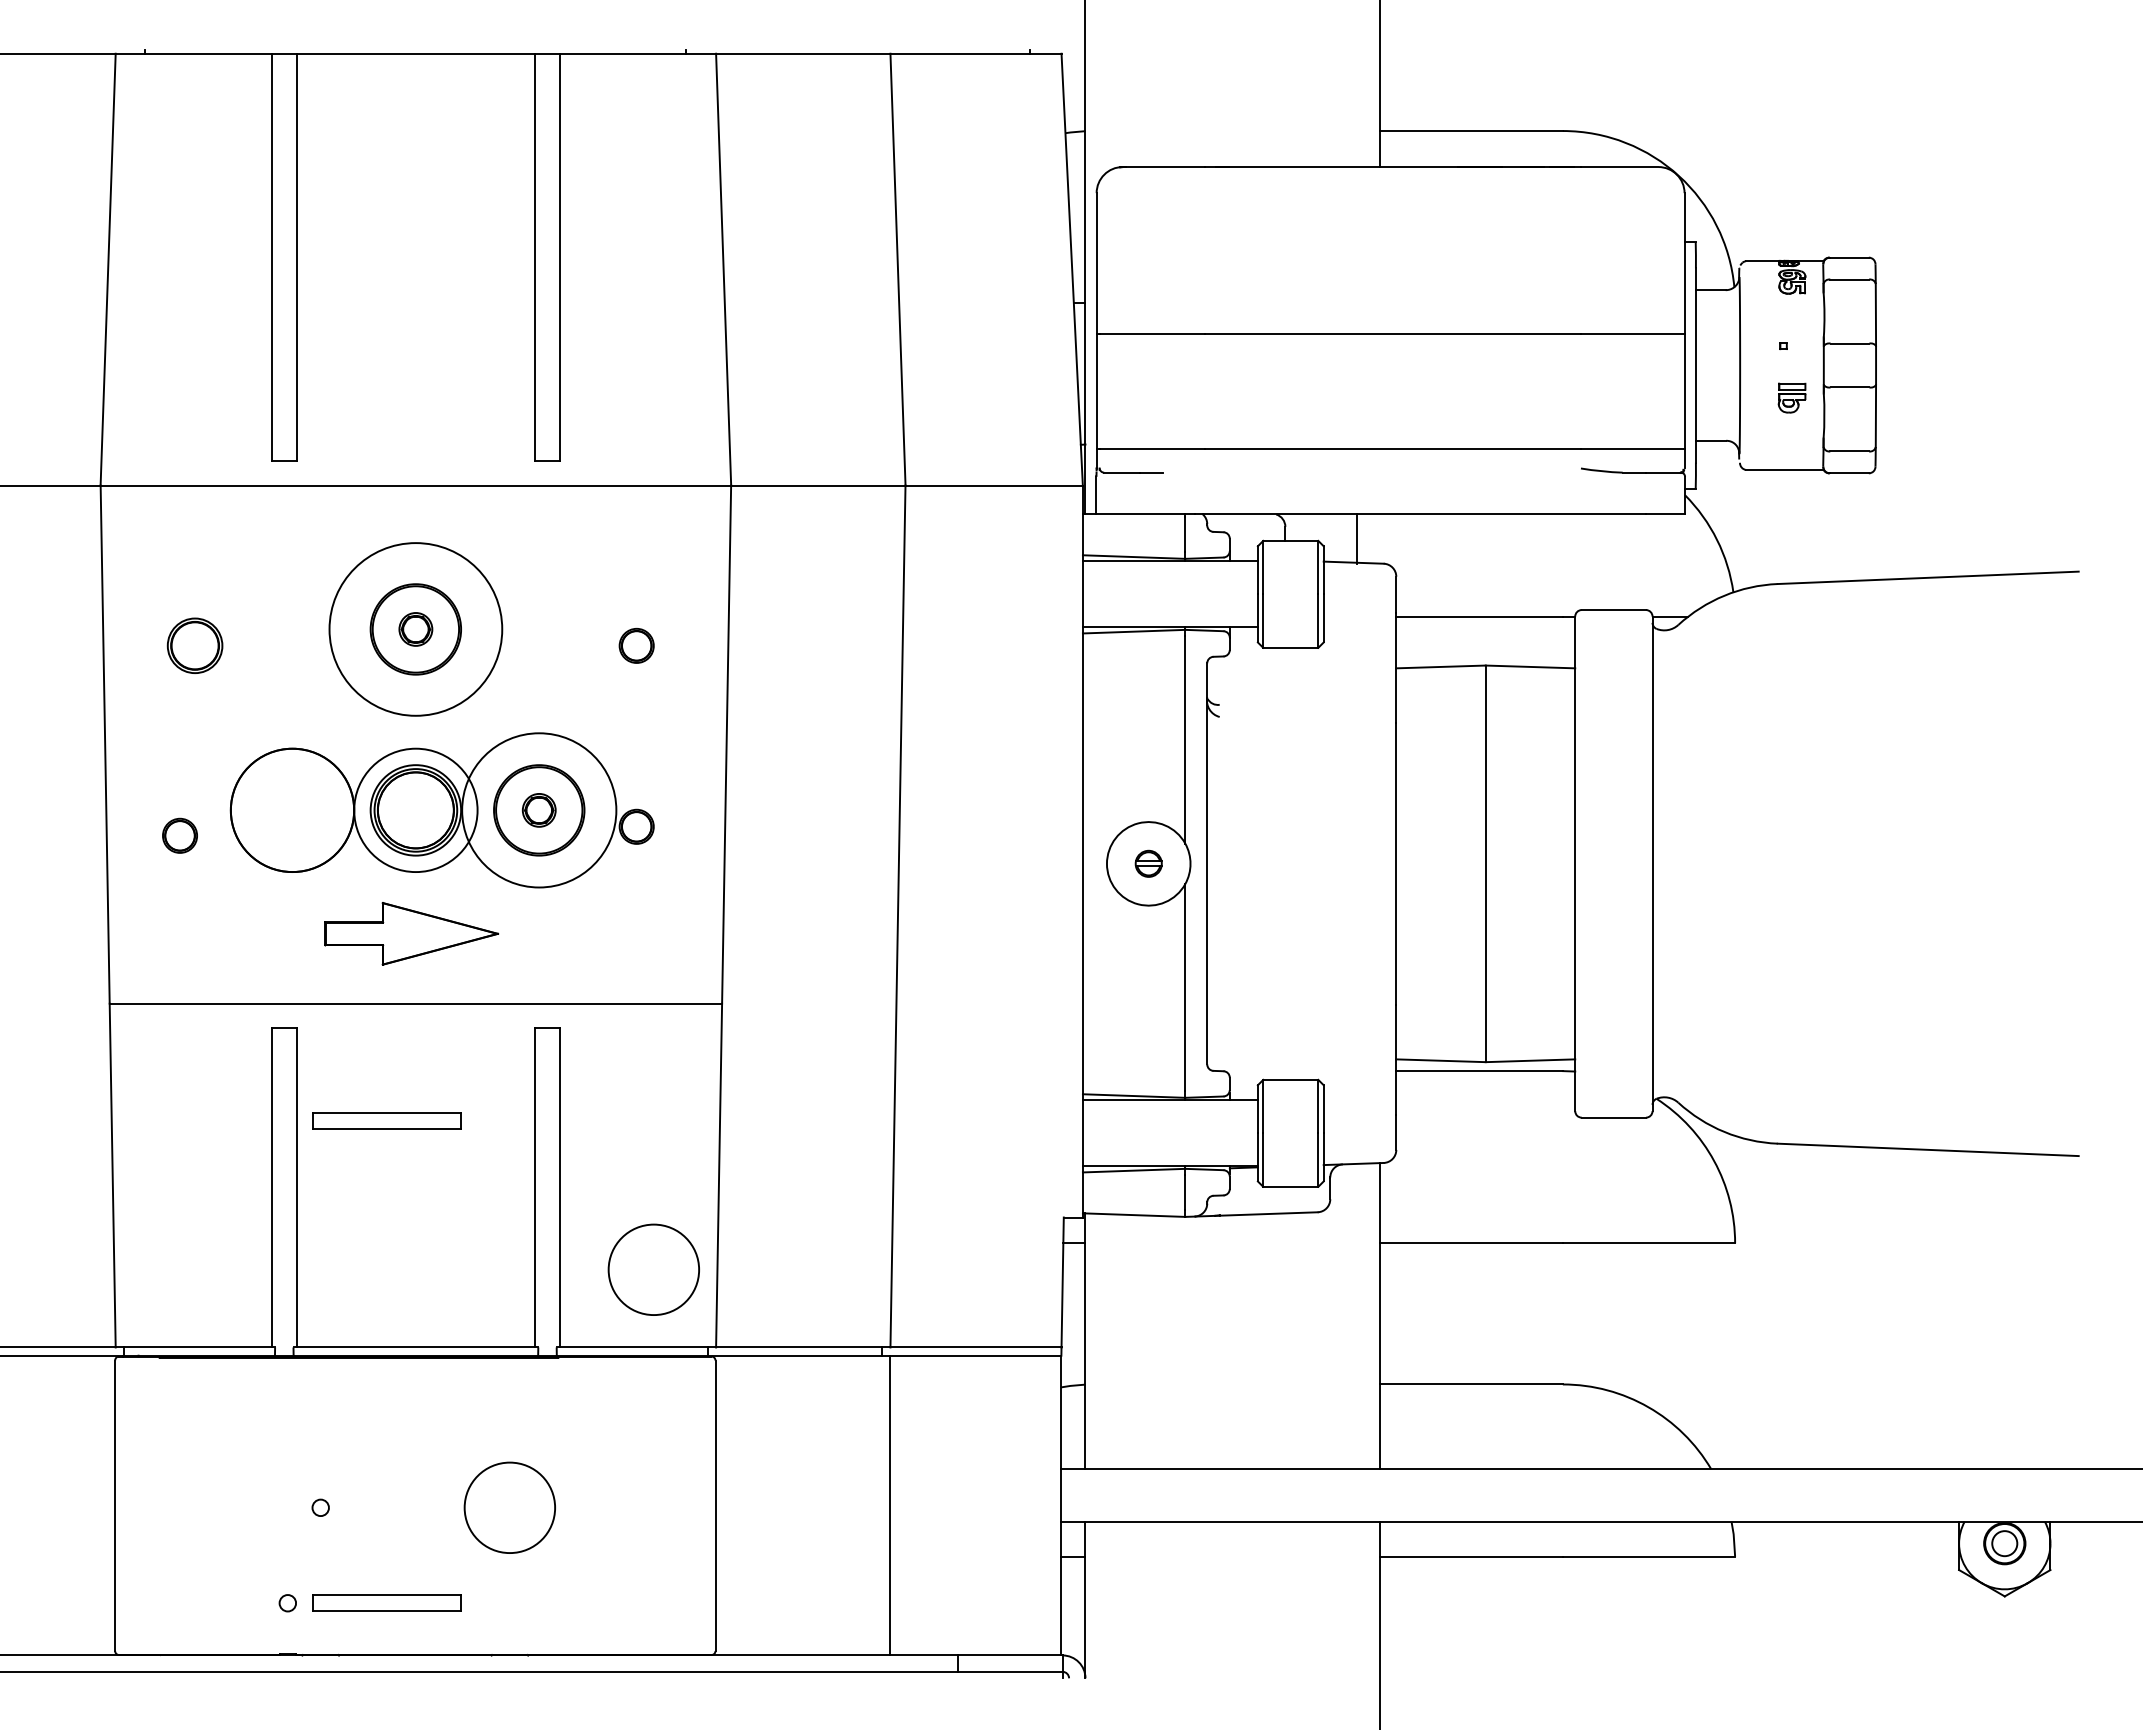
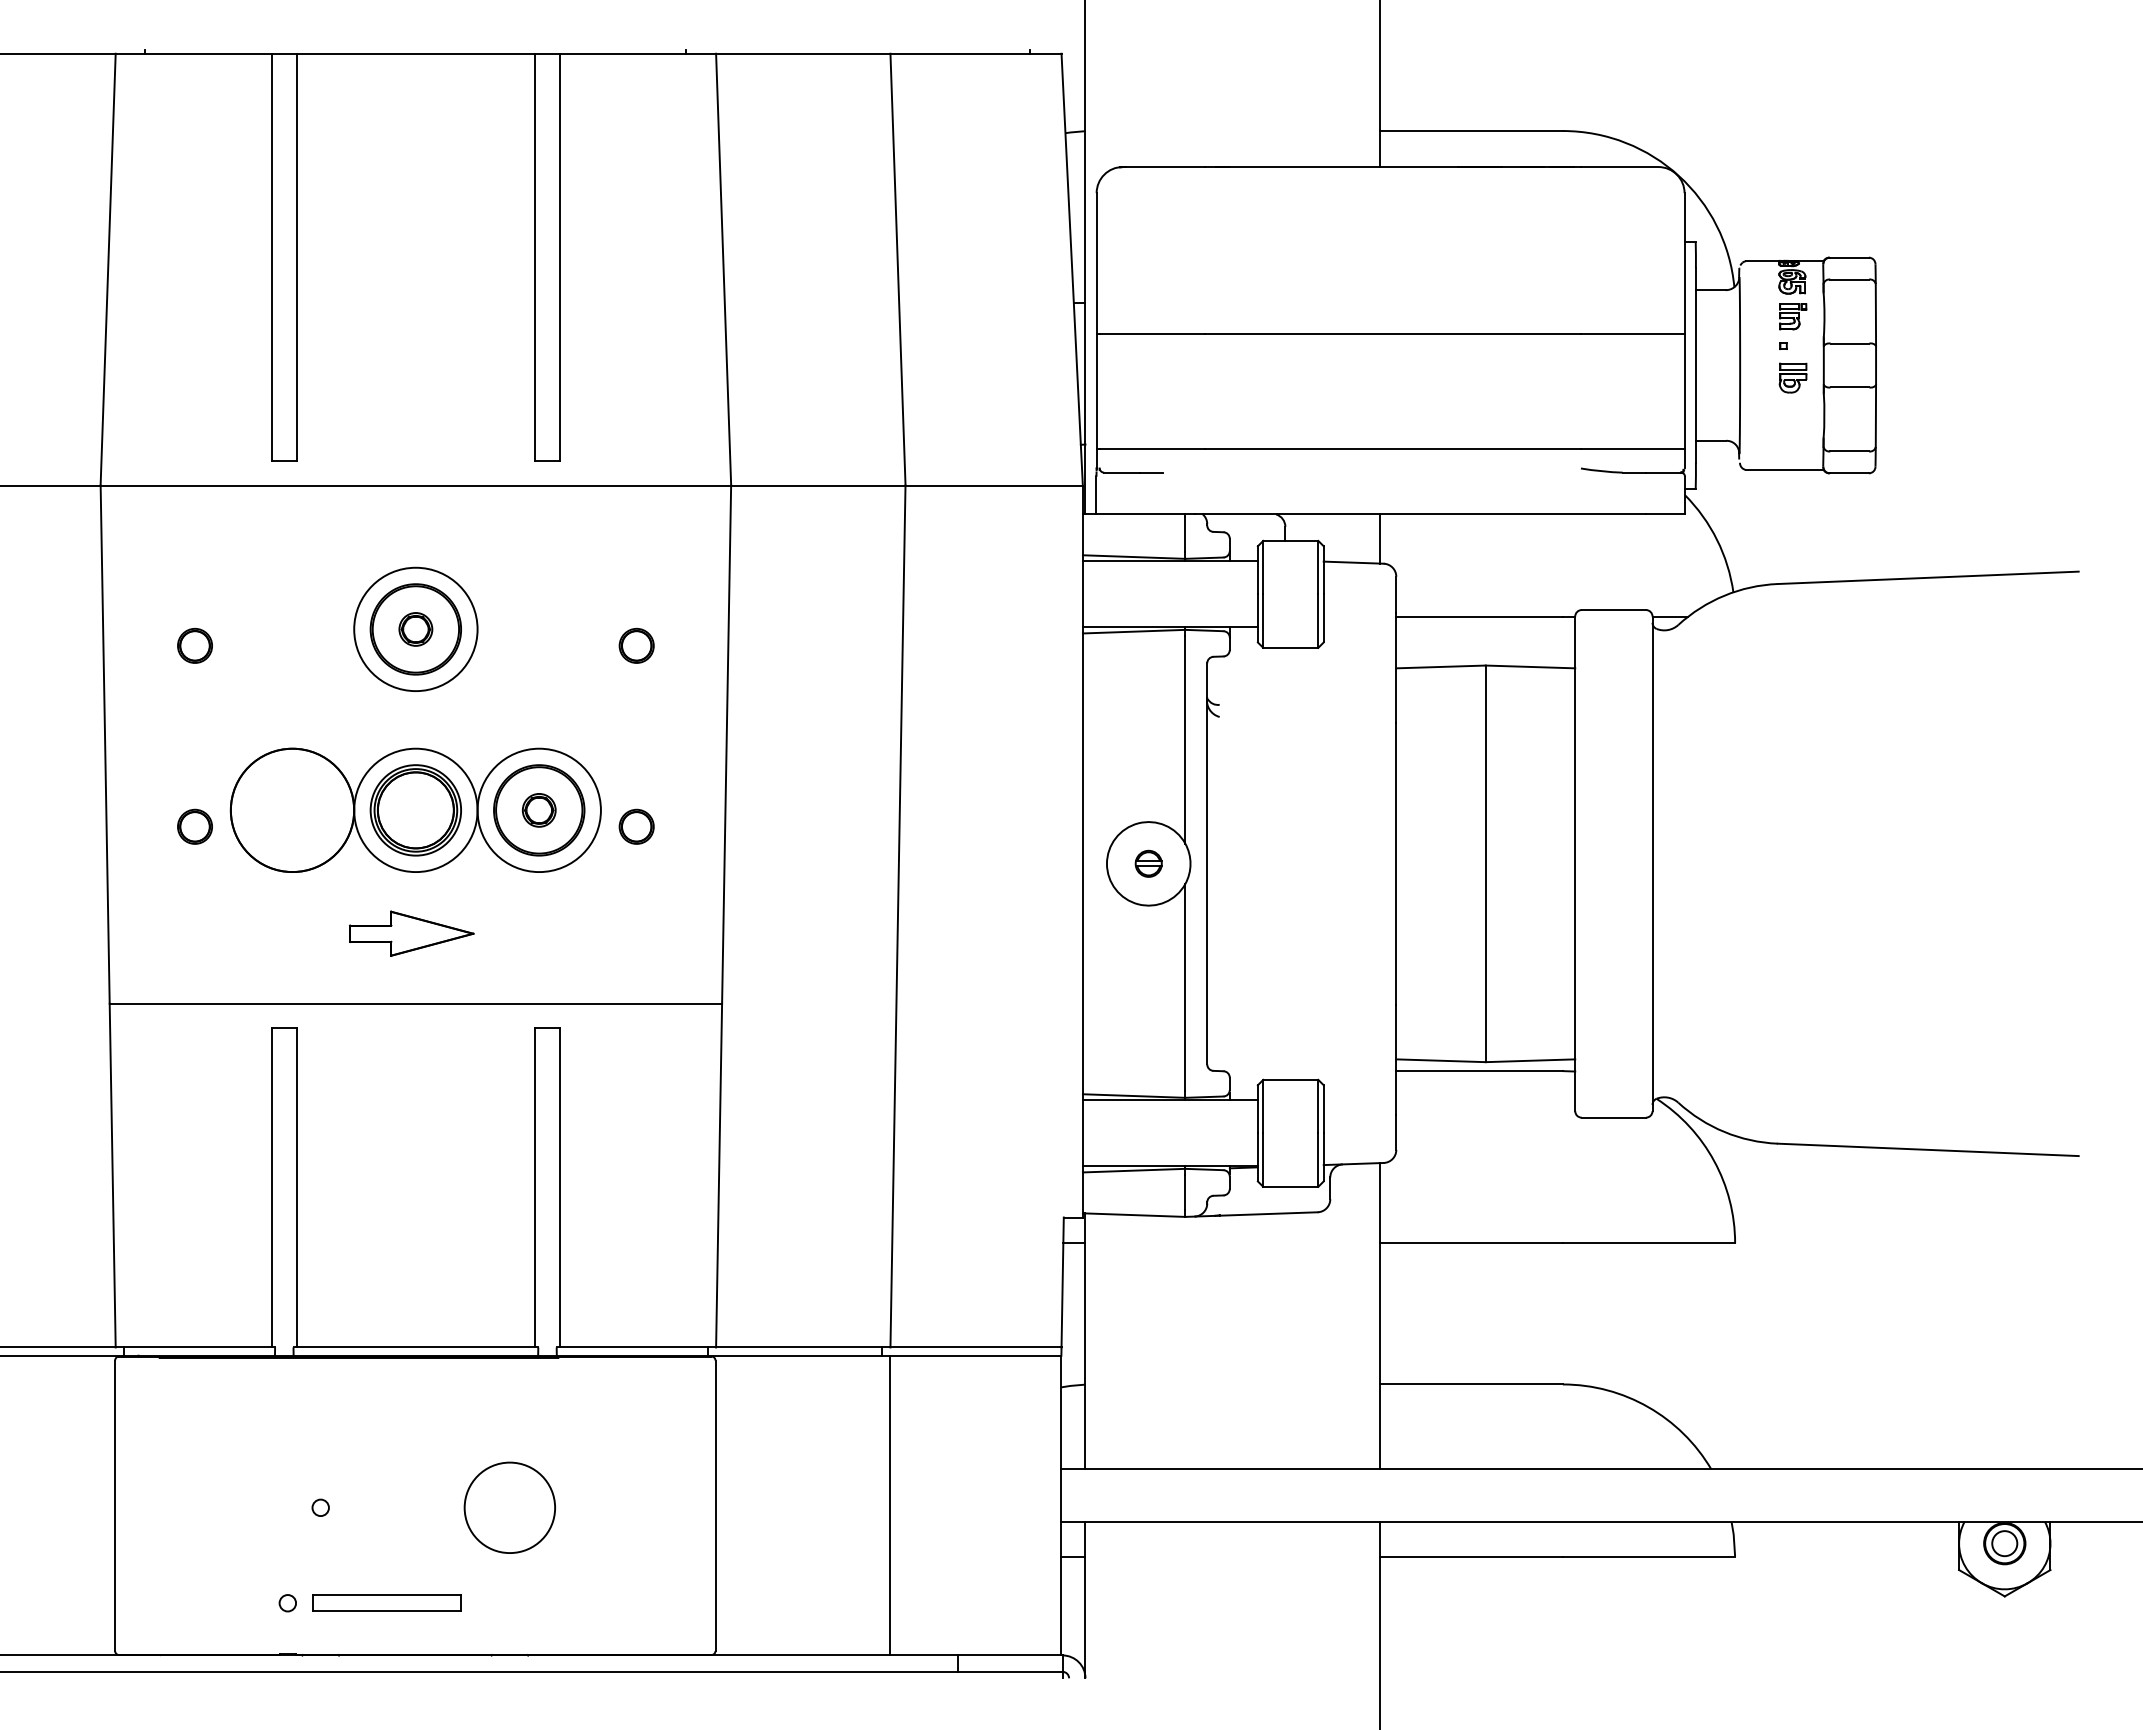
part at (1793, 316): none -> present
part at (1791, 397) position: (1791, 397) -> (1792, 377)
line at (1357, 538) position: (1357, 538) -> (1380, 538)
circle at (415, 629) diameter: 173 px -> 123 px
part at (194, 645) size: 58x57 px -> 36x36 px
circle at (539, 810) diameter: 154 px -> 123 px
part at (179, 835) position: (179, 835) -> (194, 826)
part at (411, 933) size: 176x64 px -> 126x47 px
part at (386, 1120): present -> none
circle at (653, 1269): present -> none
